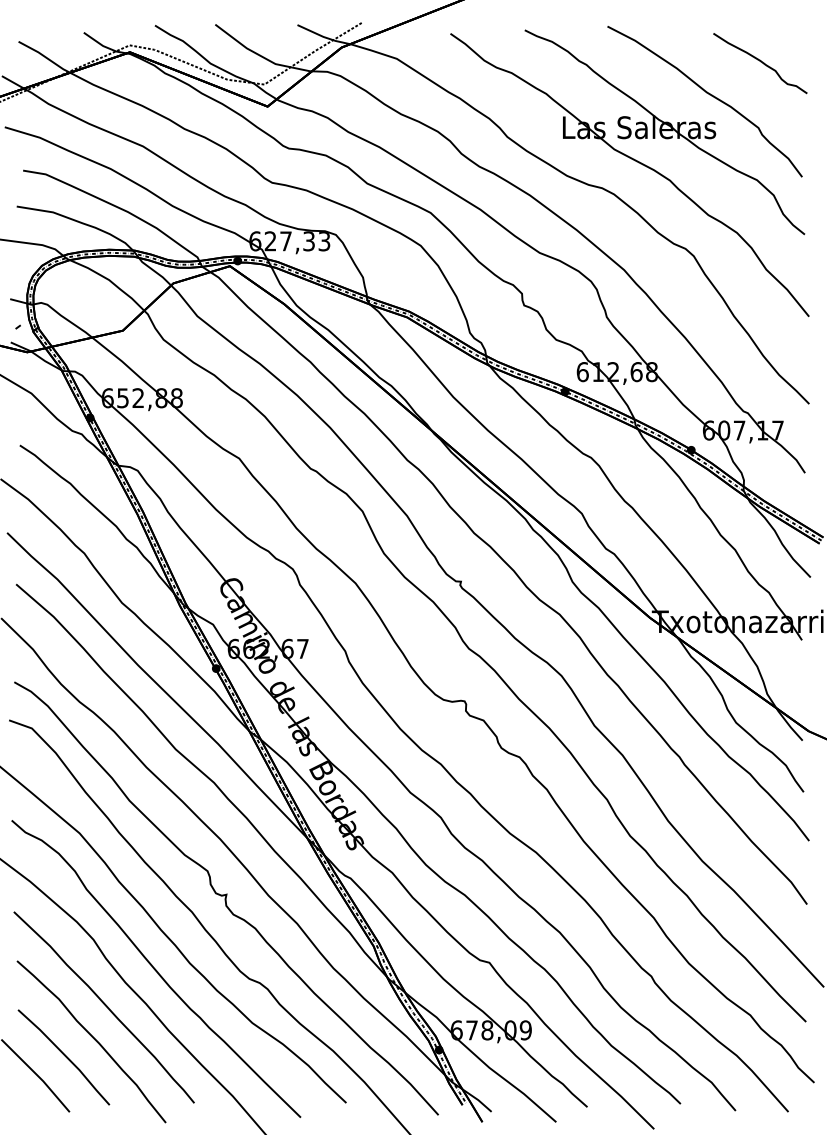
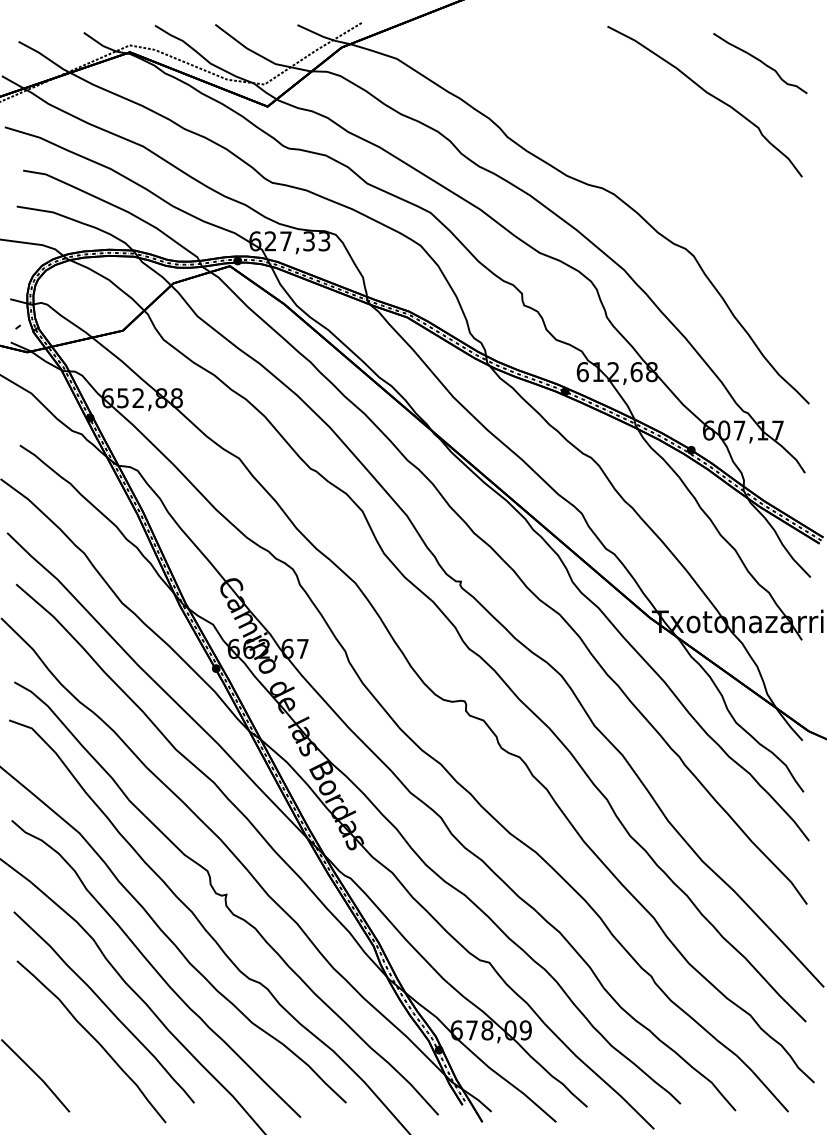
part at (636, 162): present -> none
line at (64, 1056): present -> none
